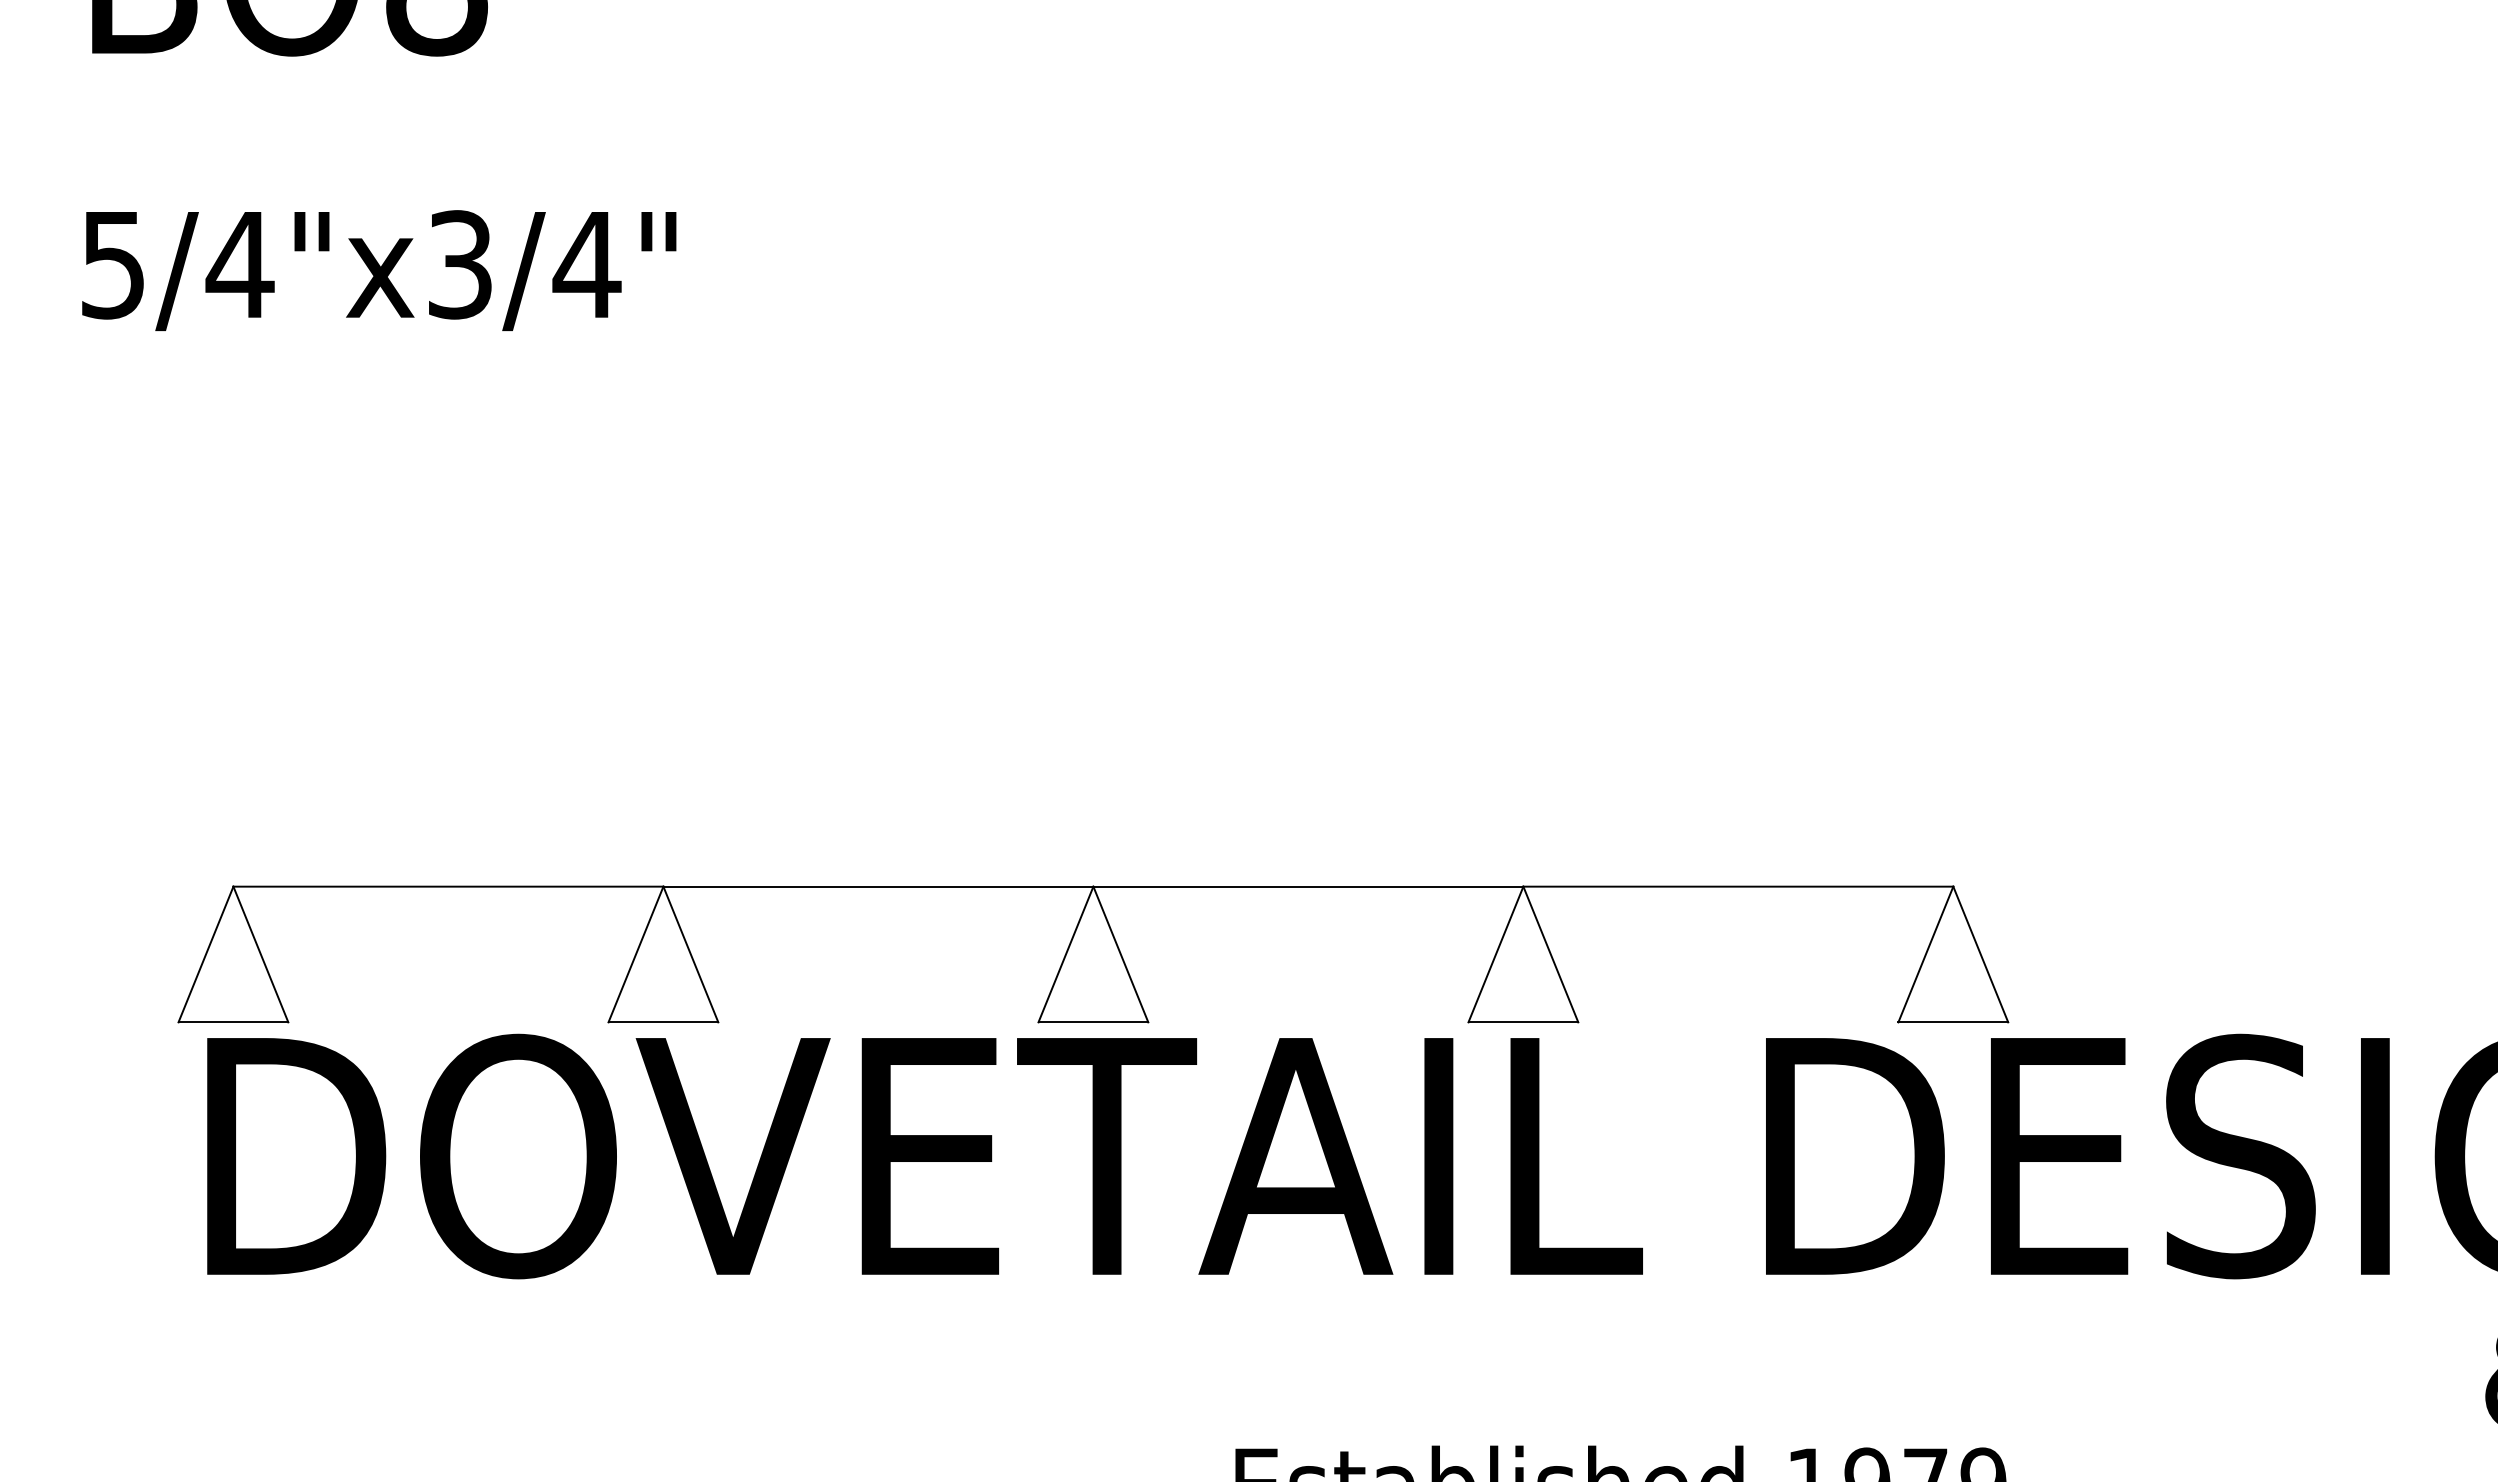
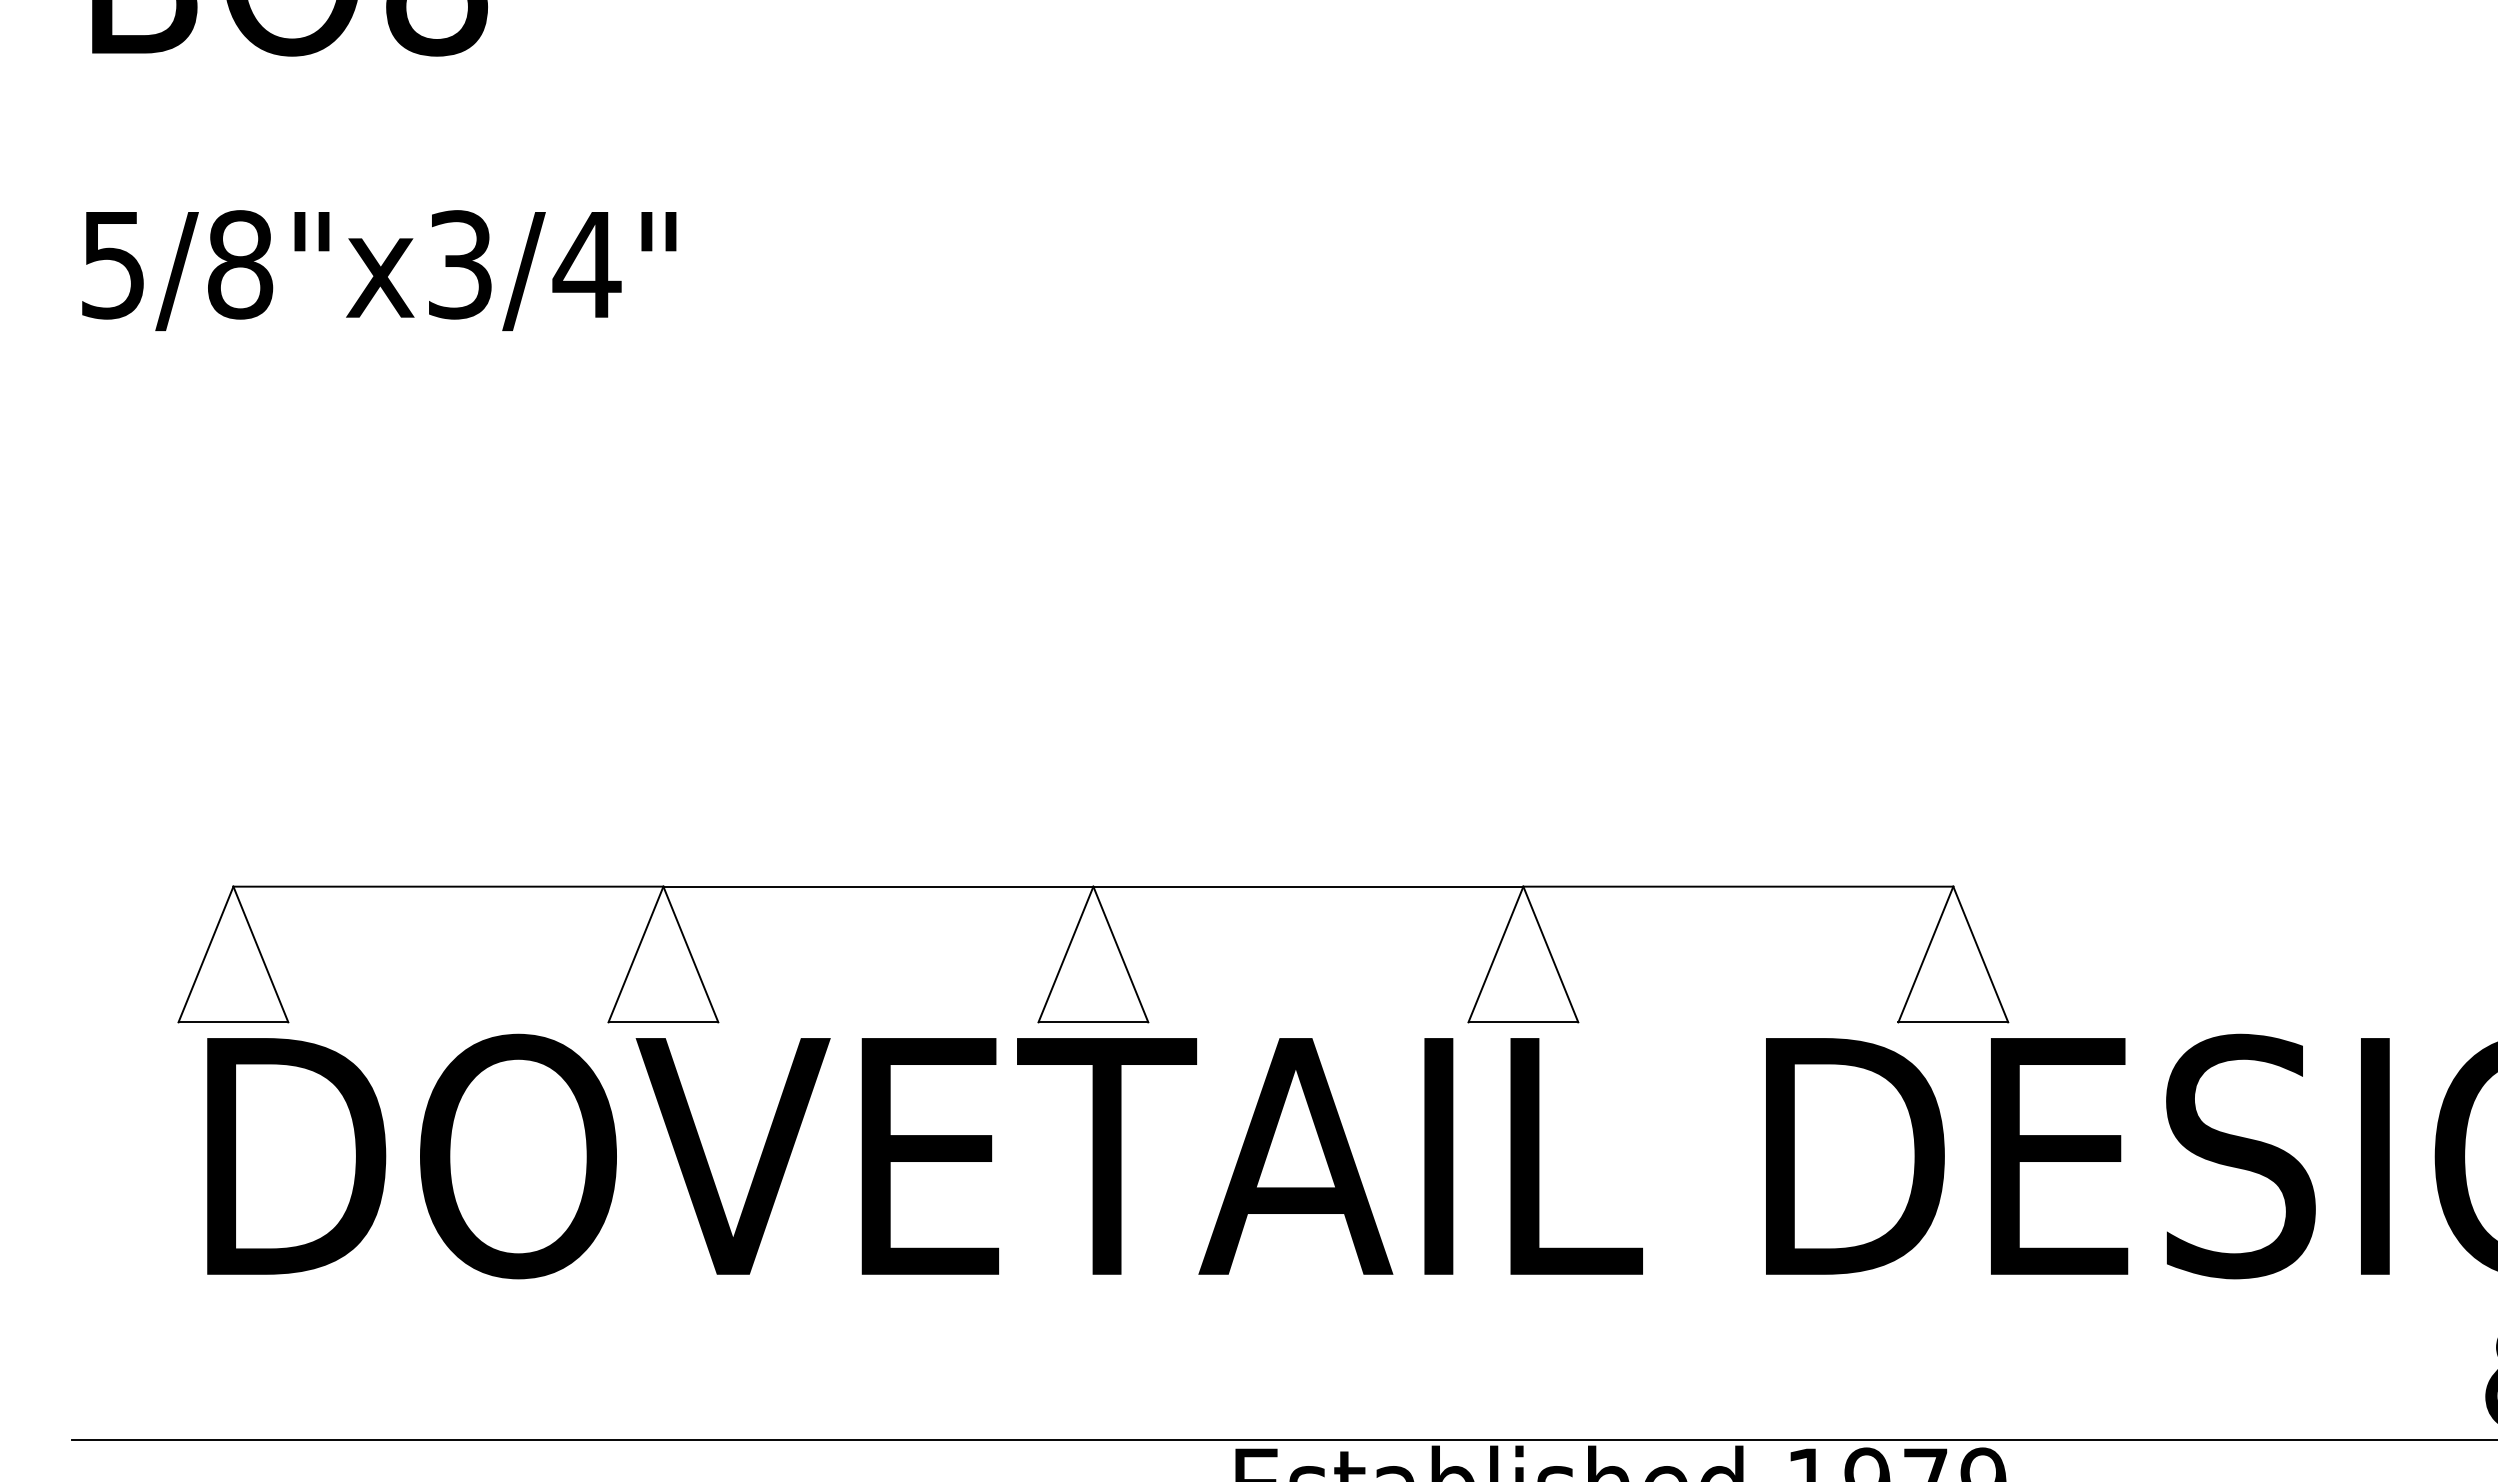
text at (239, 264): 5/4"x3/4" -> 5/8"x3/4"
line at (1283, 1439): none -> present
